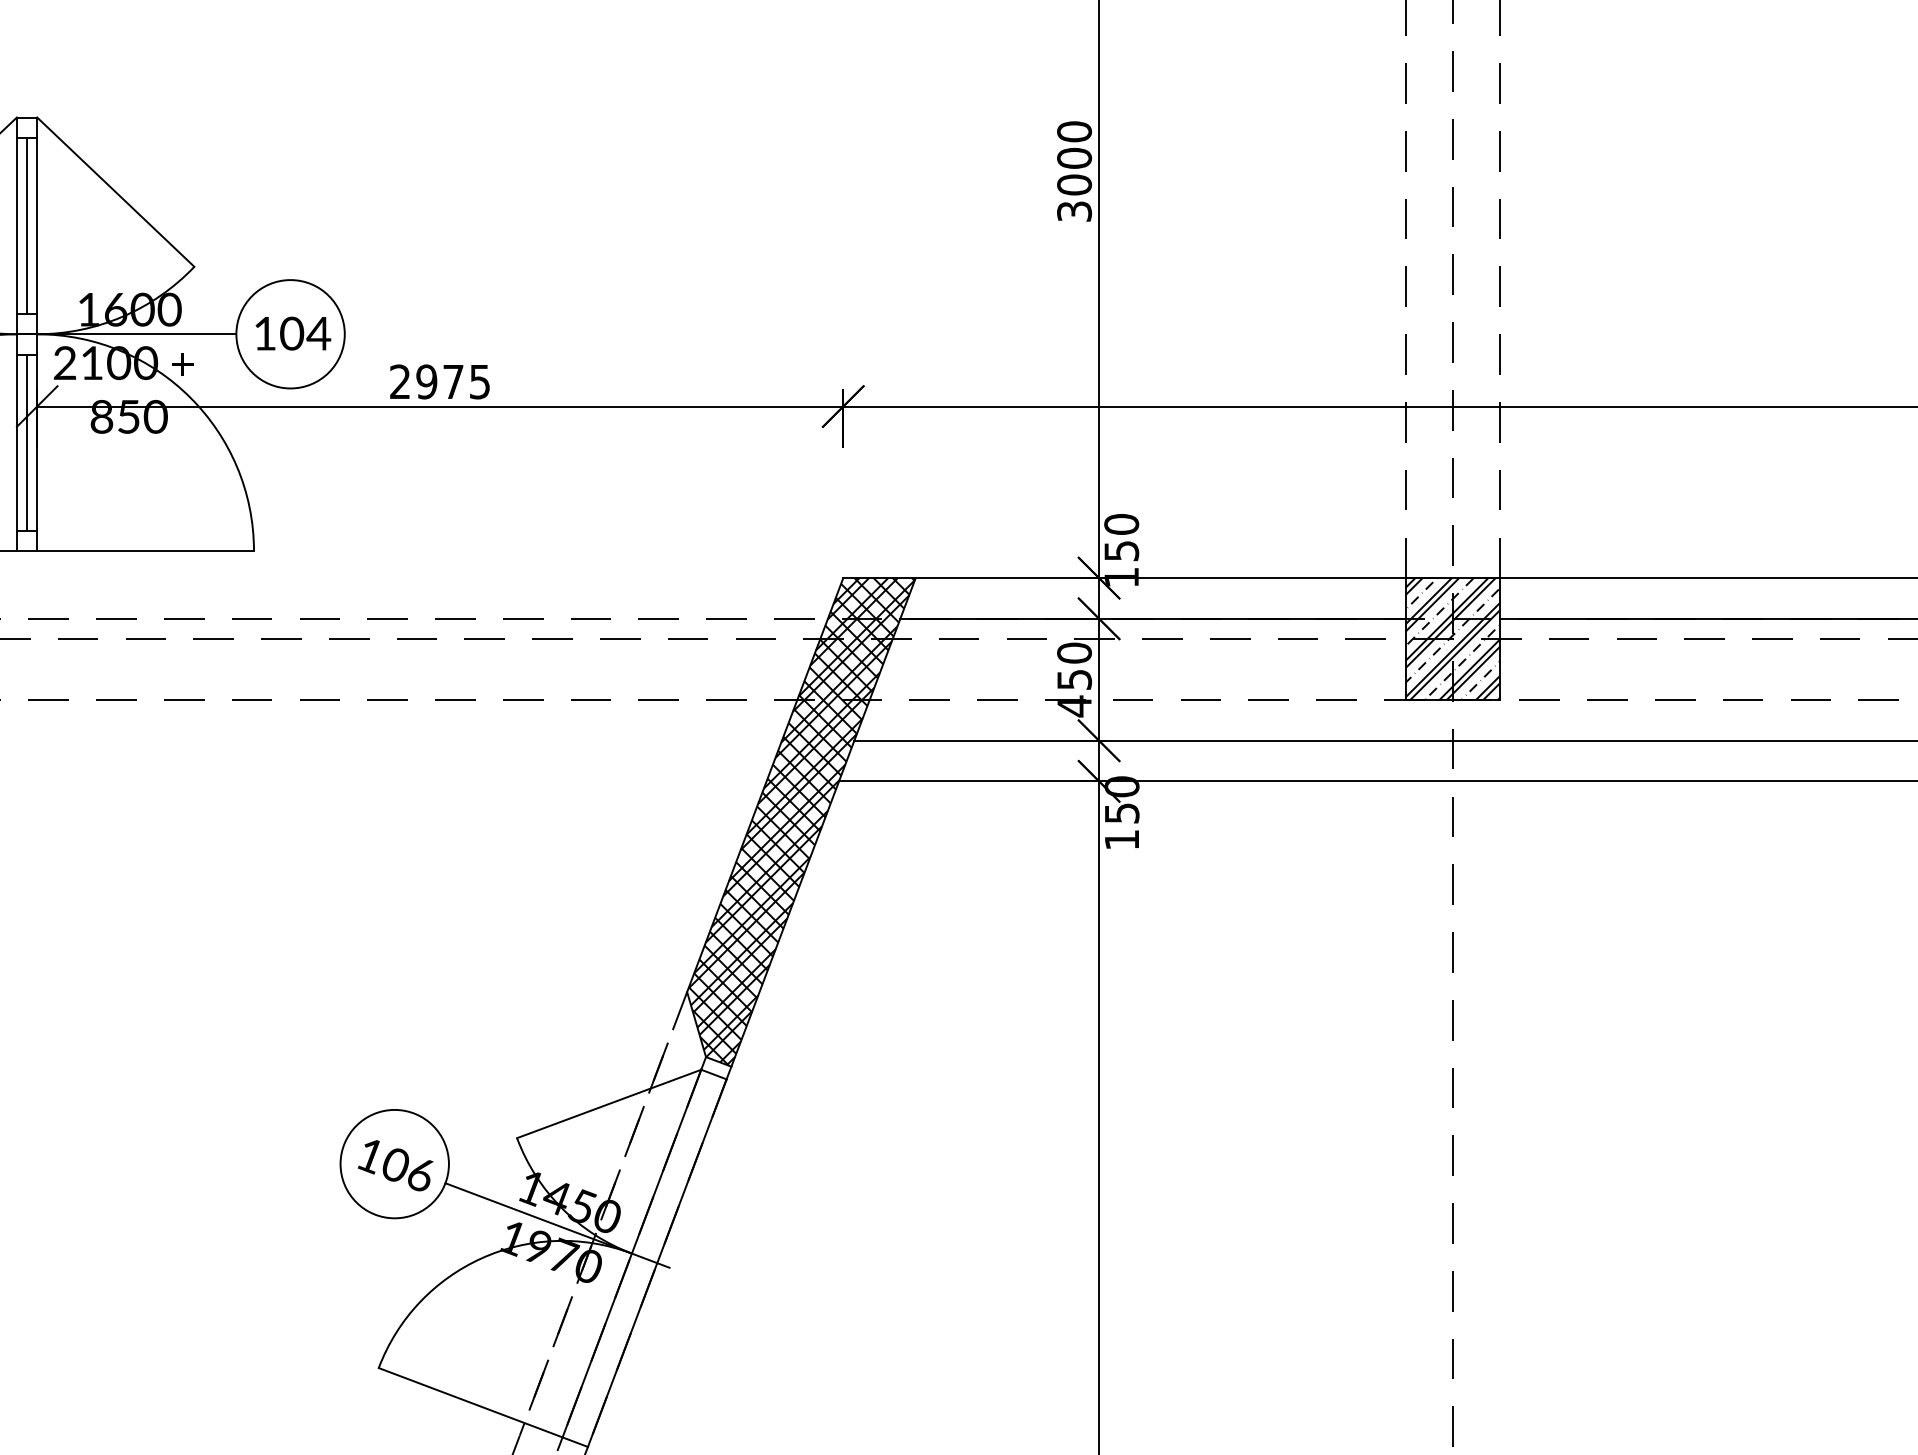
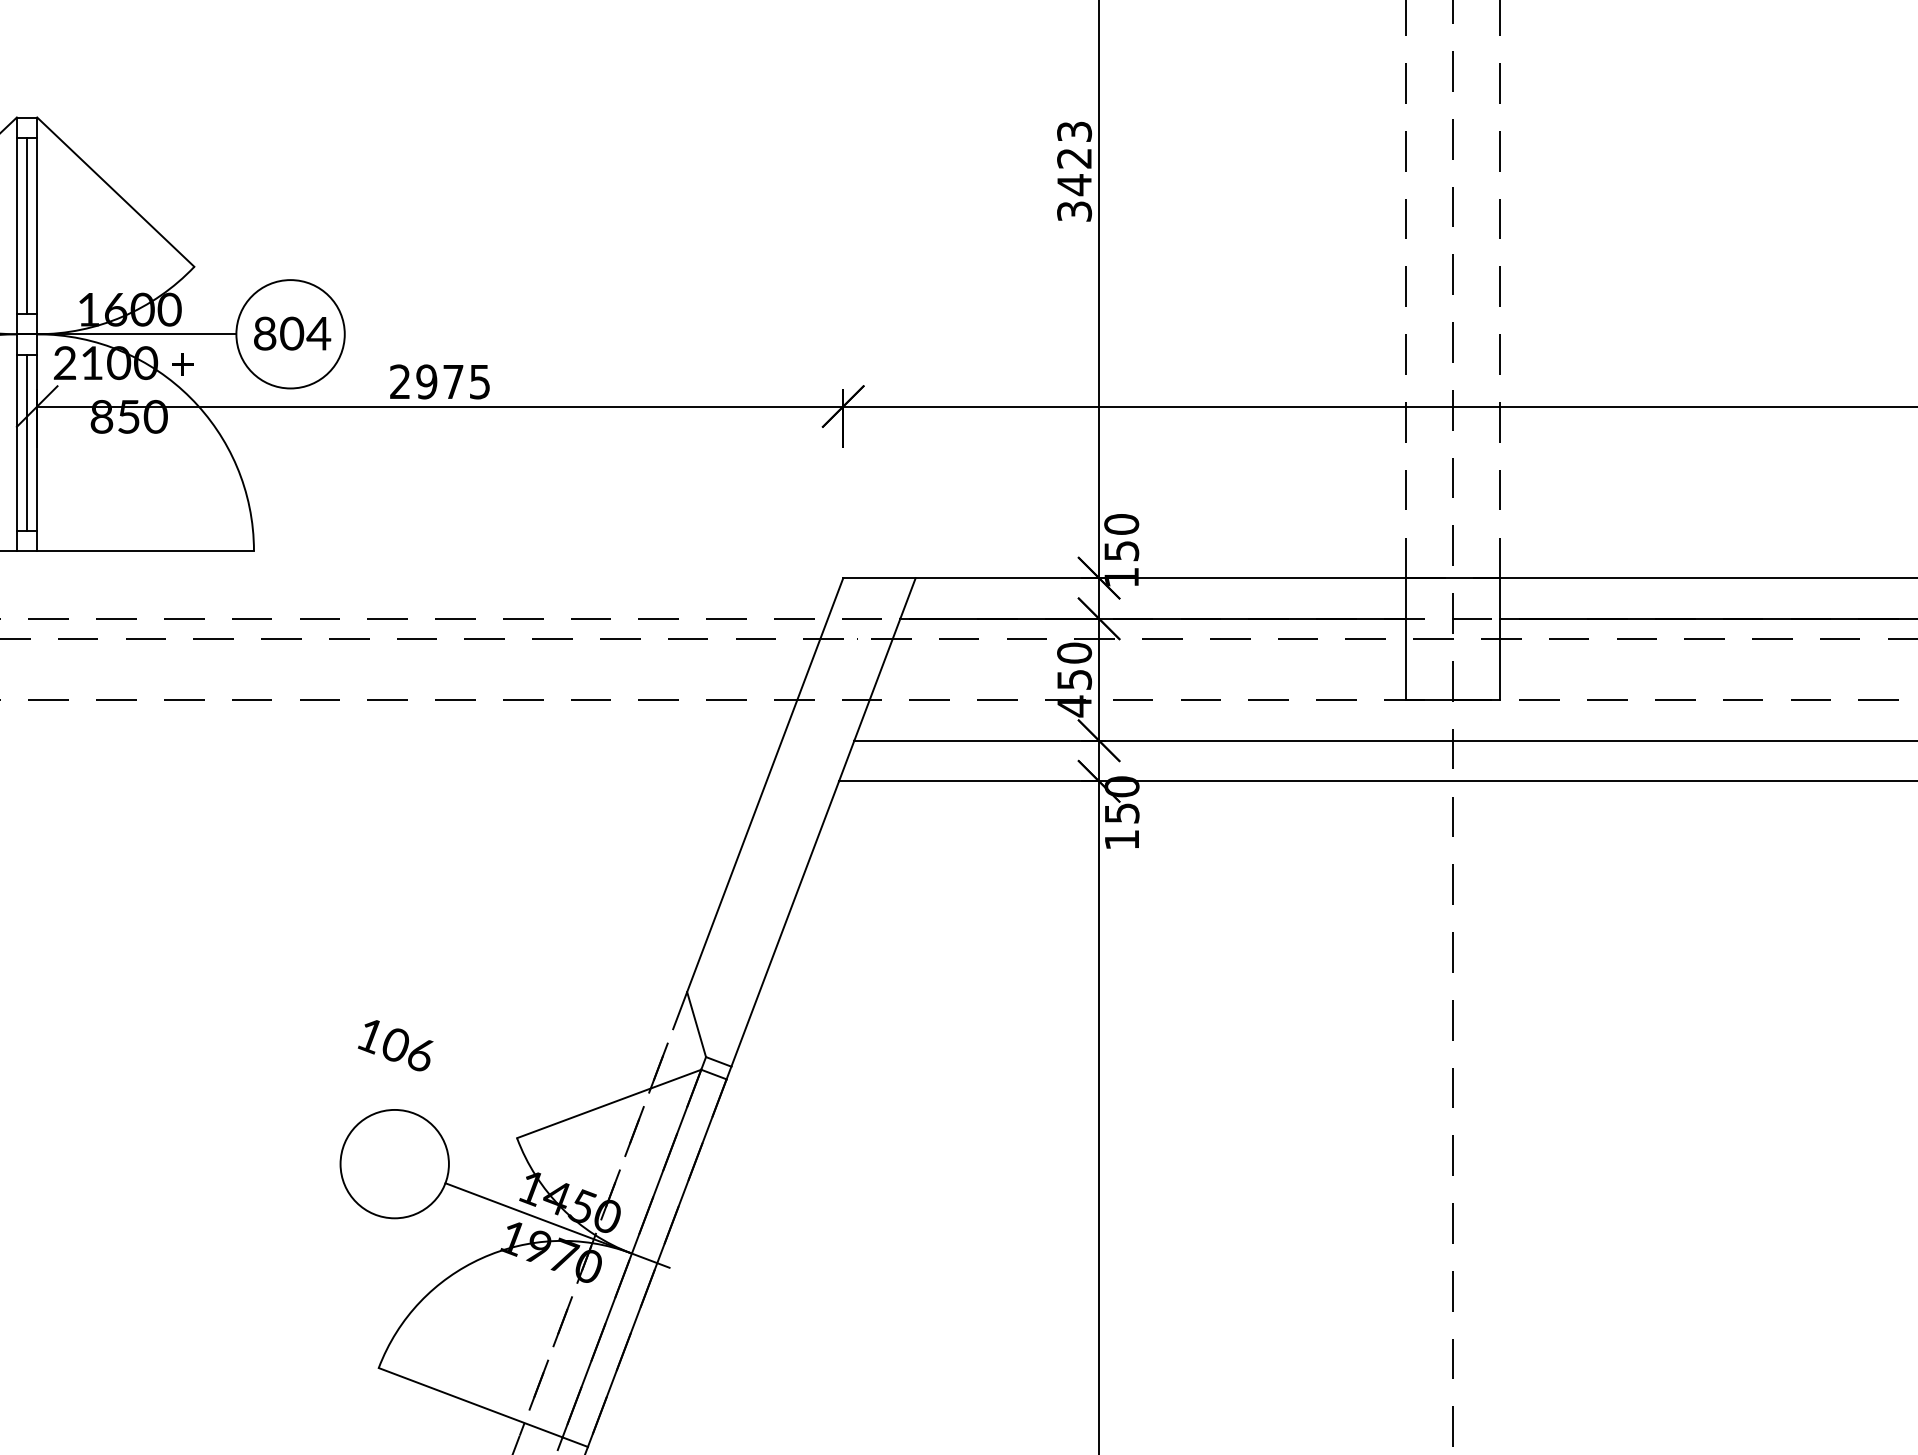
text at (1074, 158): 3000 -> 3423
text at (265, 333): 104 -> 804
hatch at (1452, 639): present -> none
hatch at (801, 821): present -> none
text at (395, 1165) position: (395, 1165) -> (395, 1045)
